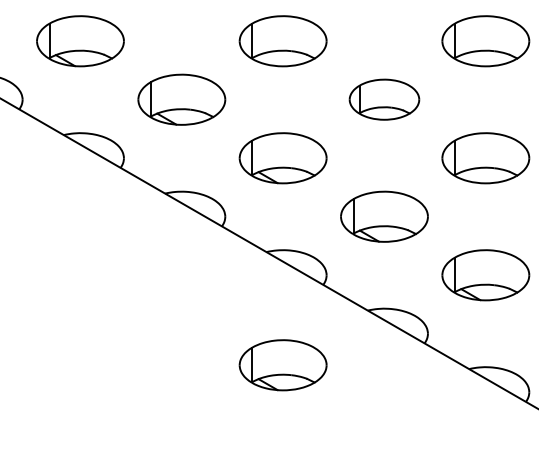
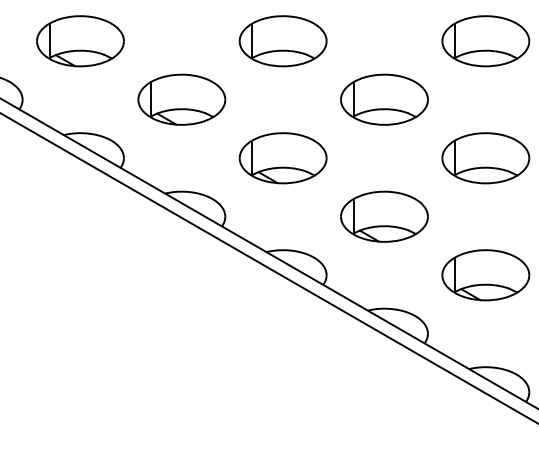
part at (384, 99) size: 73x43 px -> 89x53 px
line at (268, 267): none -> present
part at (282, 365): present -> none
